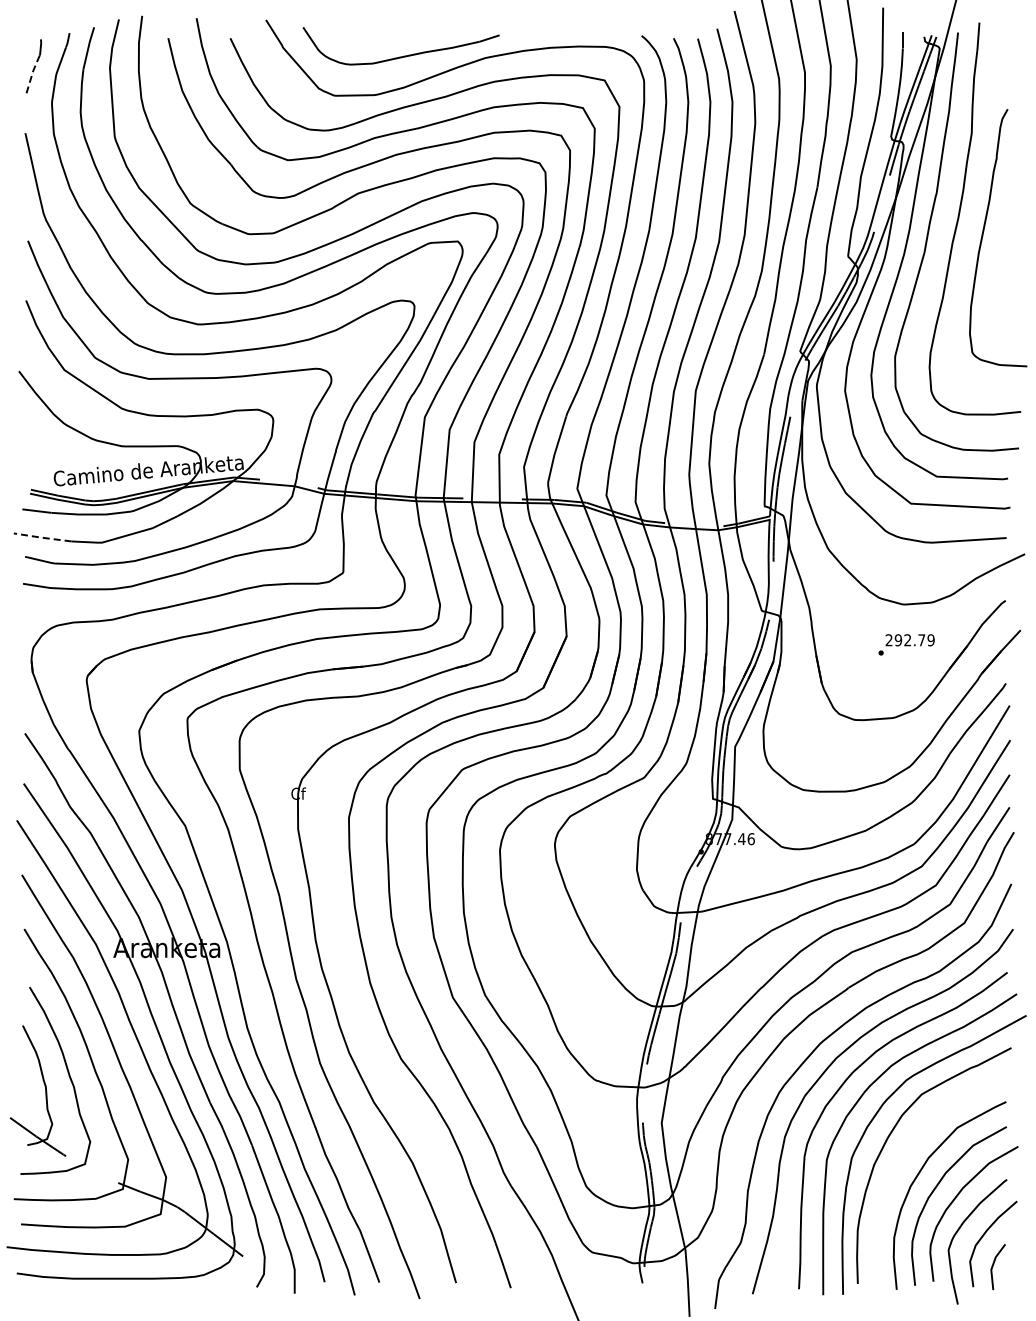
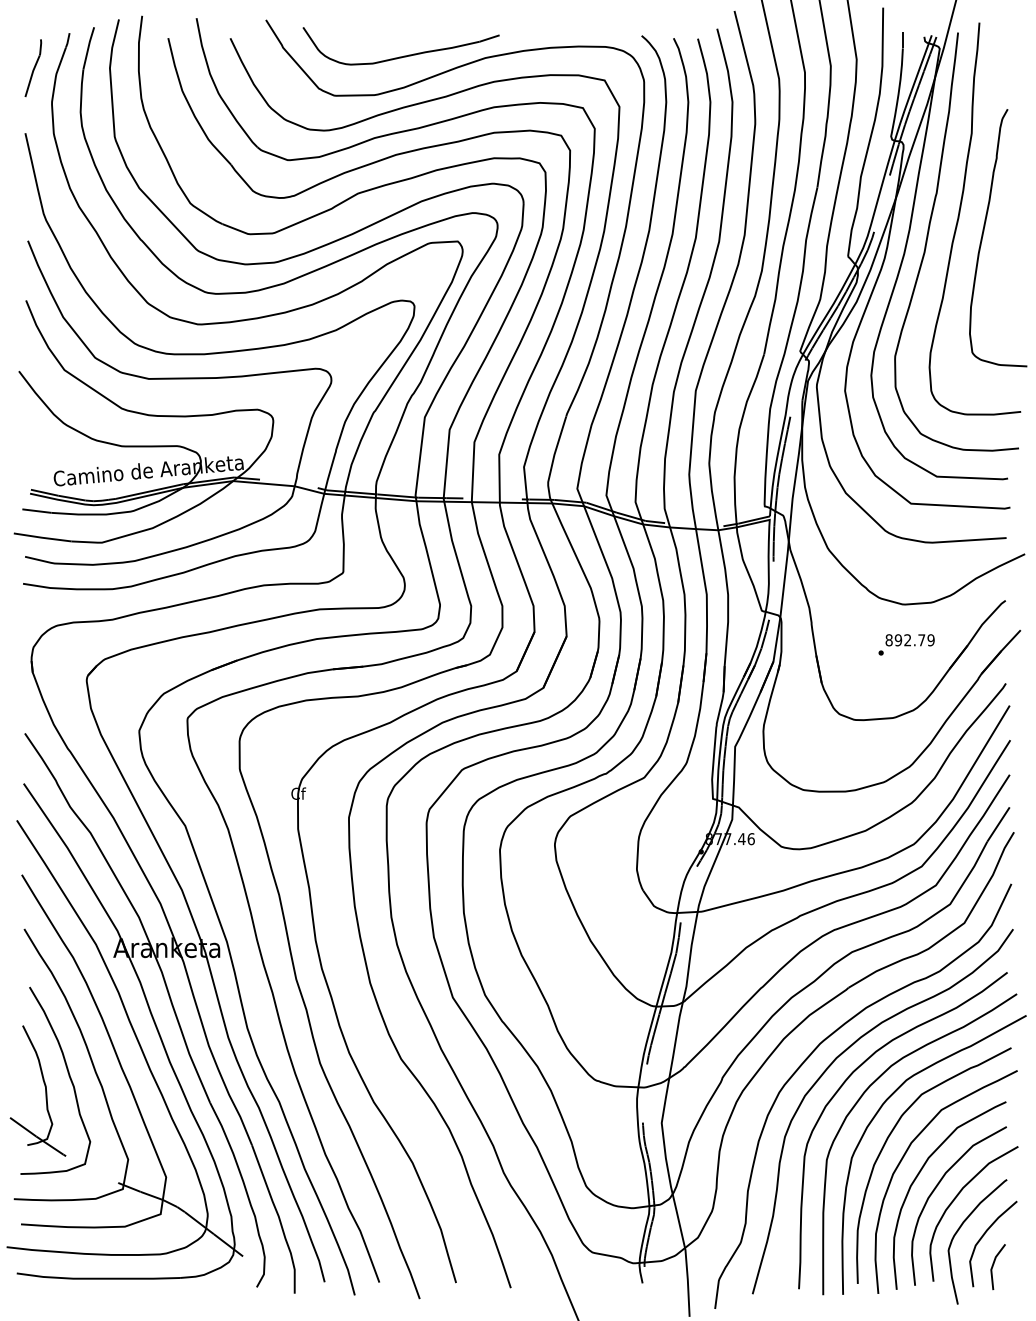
line at (31, 75): dashed -> solid
line at (41, 537): dashed -> solid
text at (888, 640): 292.79 -> 892.79
curve at (905, 1155): none -> present
